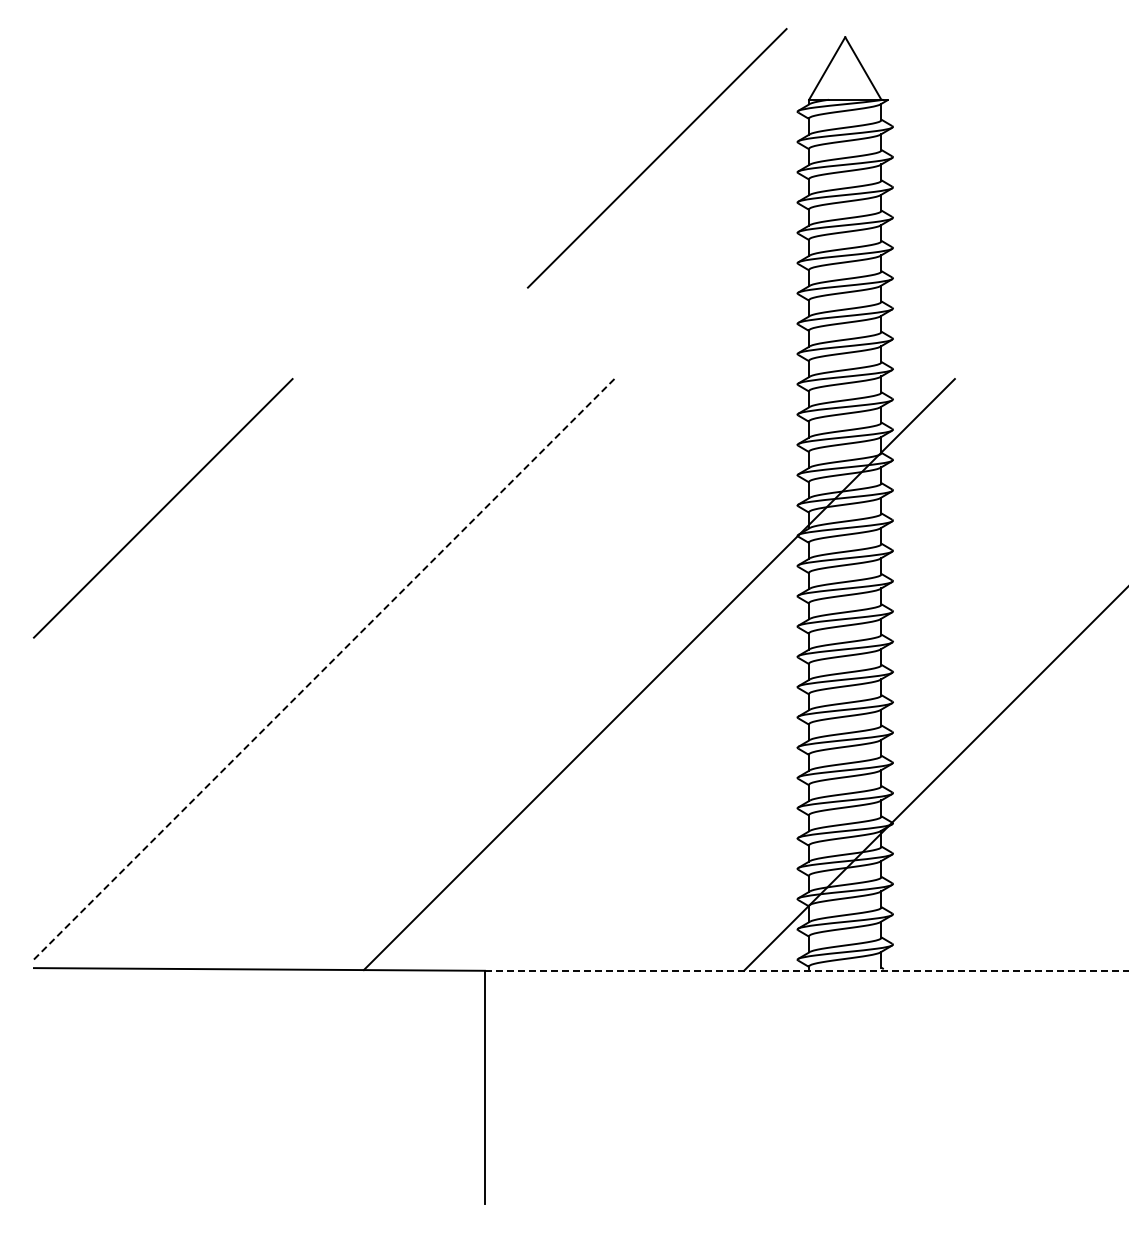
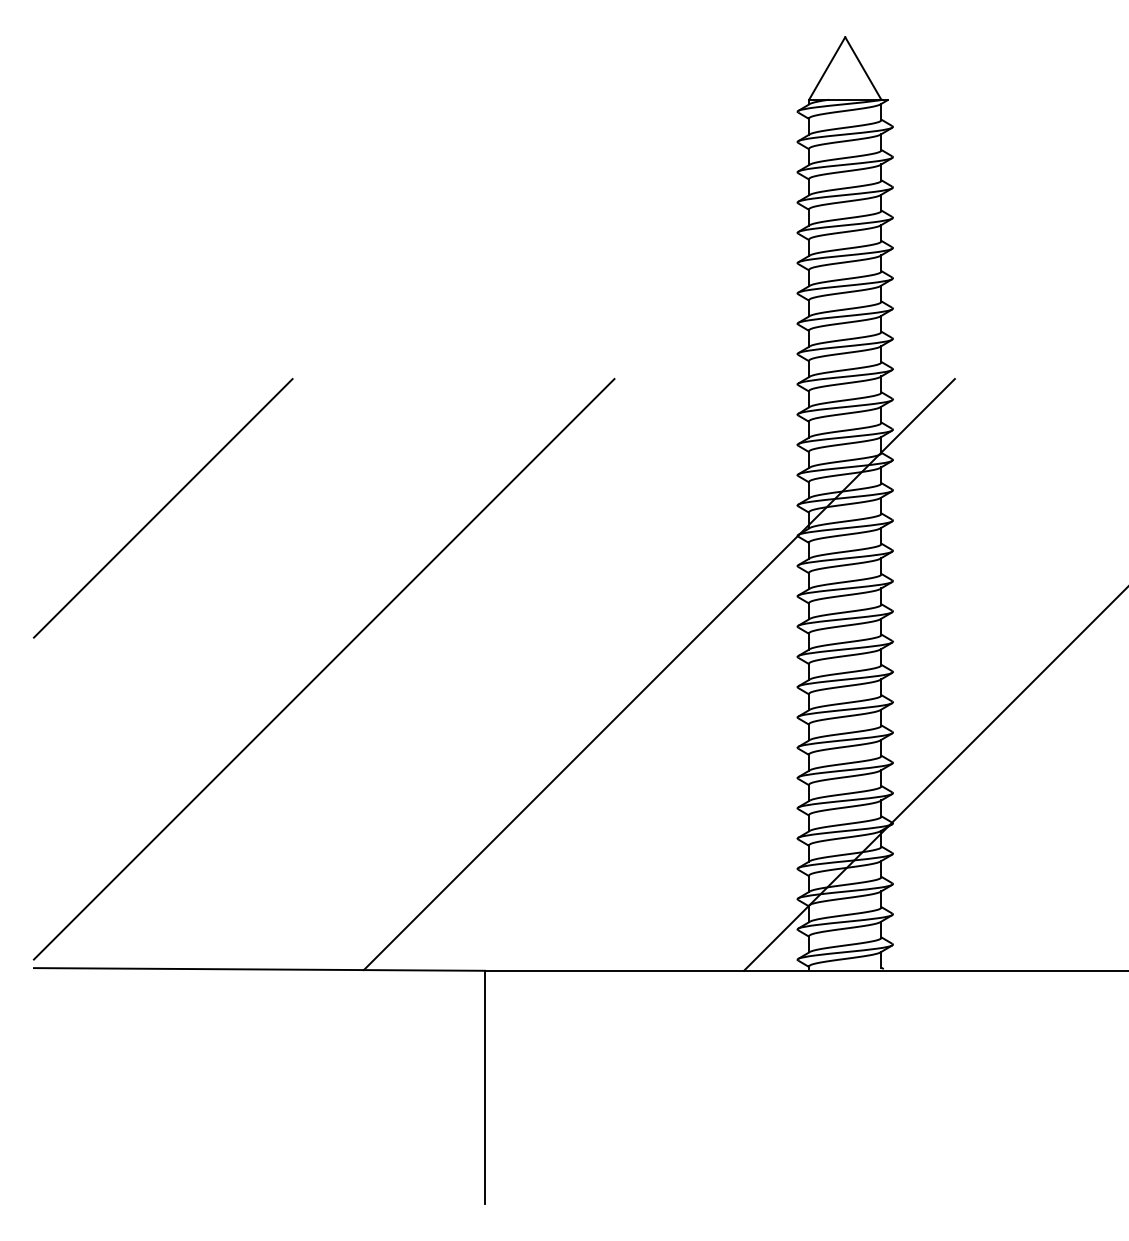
line at (656, 158): present -> none
line at (324, 668): dashed -> solid
line at (806, 970): dashed -> solid
